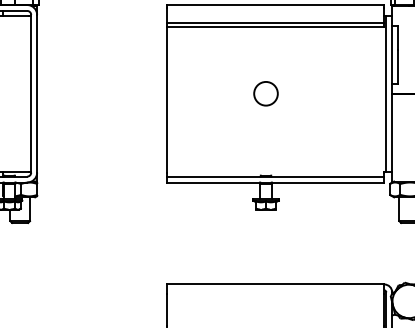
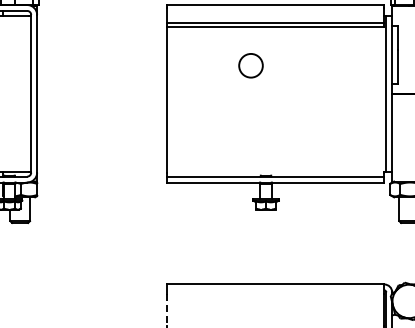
circle at (265, 93) position: (265, 93) -> (250, 65)
line at (167, 310): solid -> dashed
